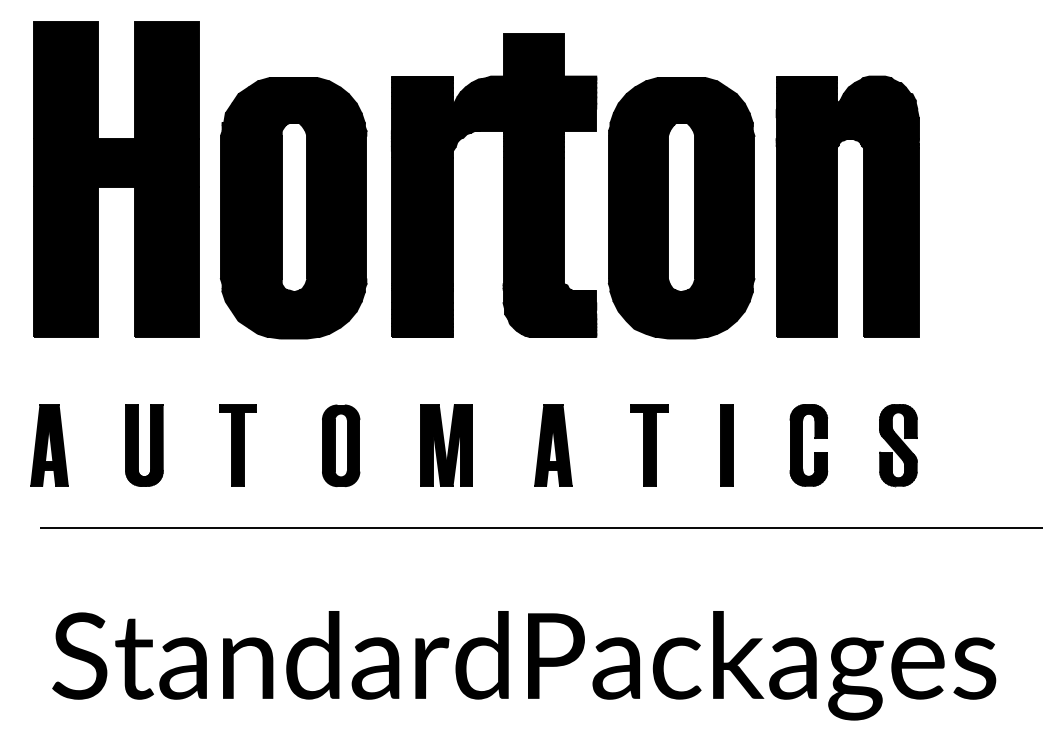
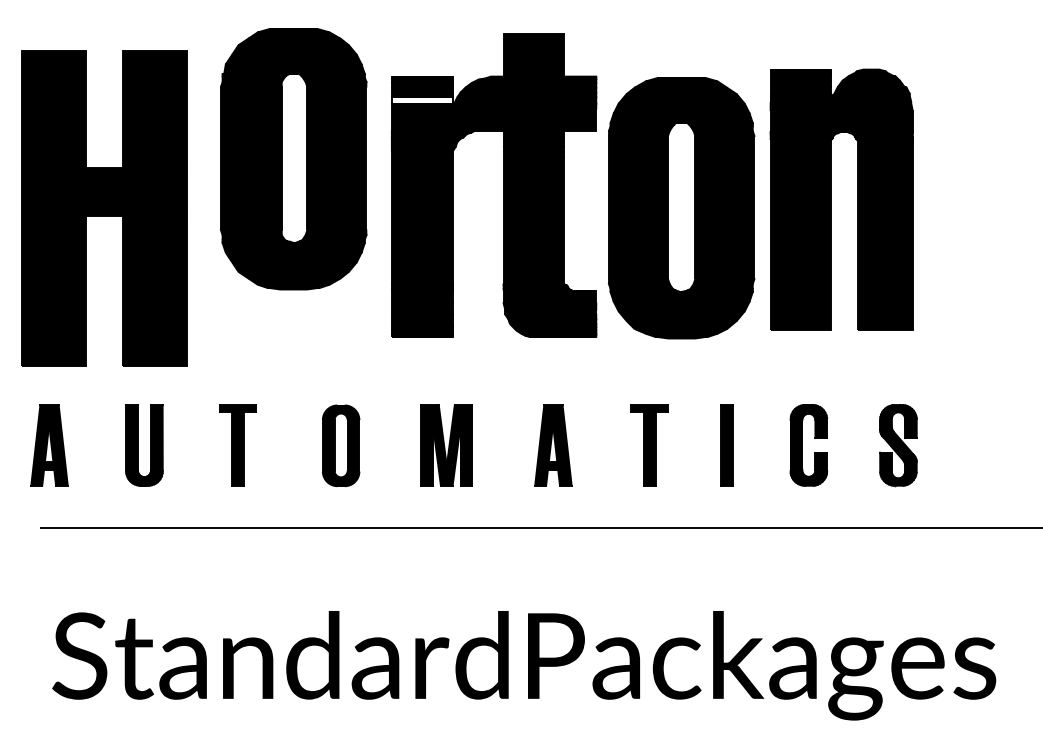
fill at (421, 100): present -> none
part at (116, 179) position: (116, 179) -> (104, 208)
part at (837, 206) position: (837, 206) -> (831, 199)
part at (293, 208) position: (293, 208) -> (293, 159)
